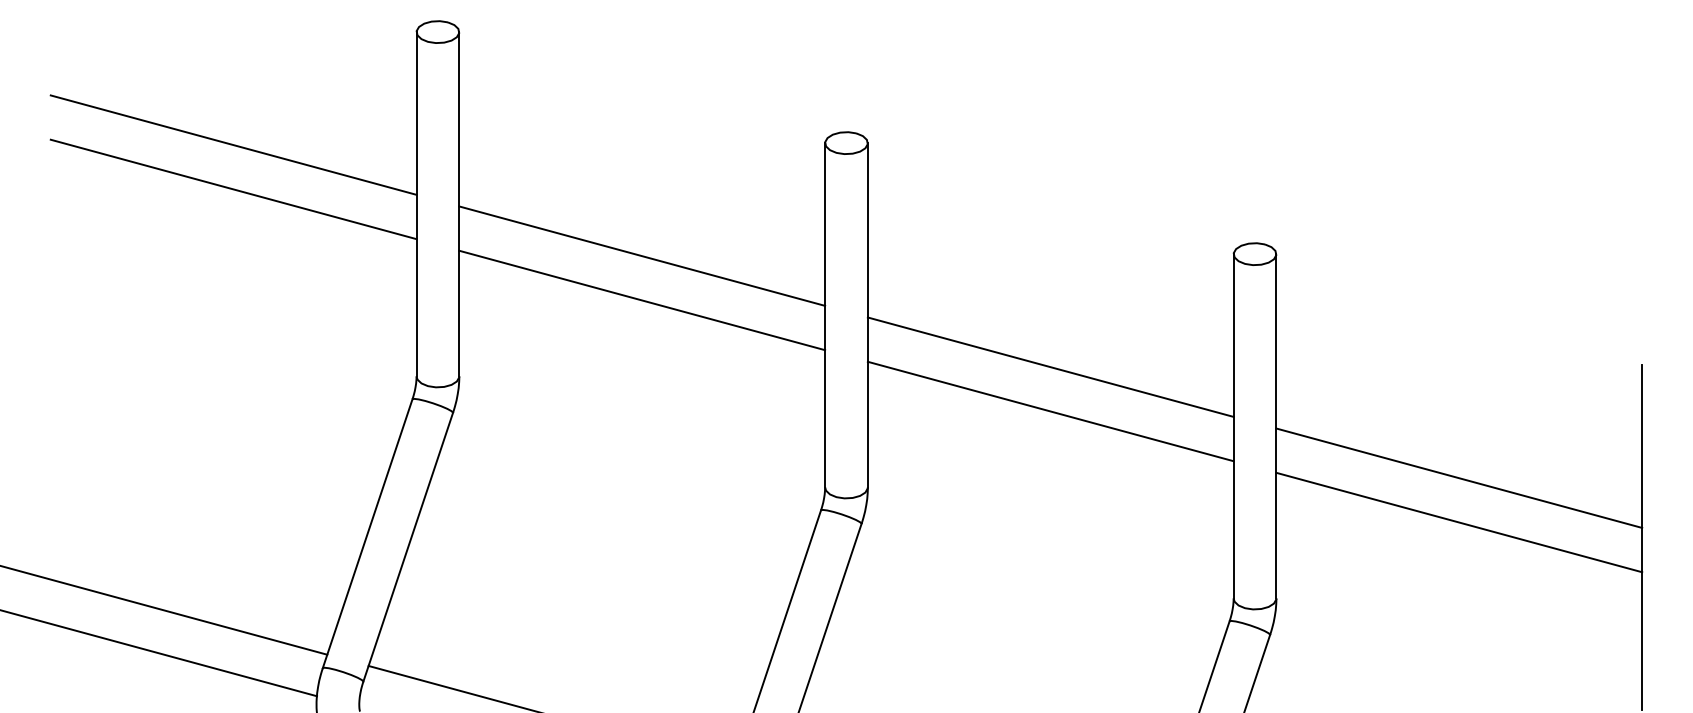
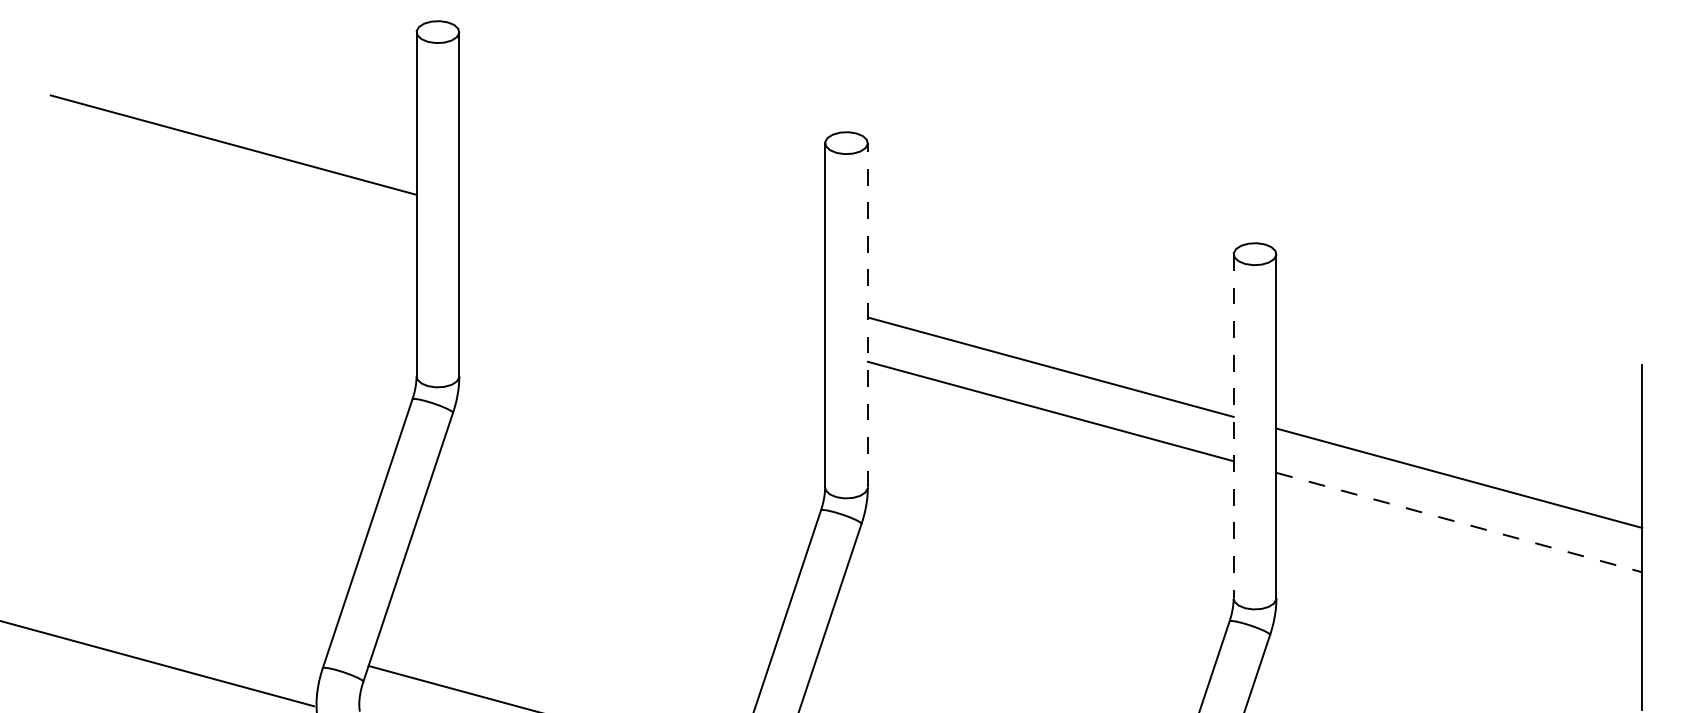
line at (233, 189): present -> none
line at (642, 255): present -> none
line at (642, 300): present -> none
line at (867, 314): solid -> dashed
line at (1233, 426): solid -> dashed
line at (1459, 522): solid -> dashed
line at (164, 610): present -> none
line at (159, 653) position: (159, 653) -> (158, 663)
